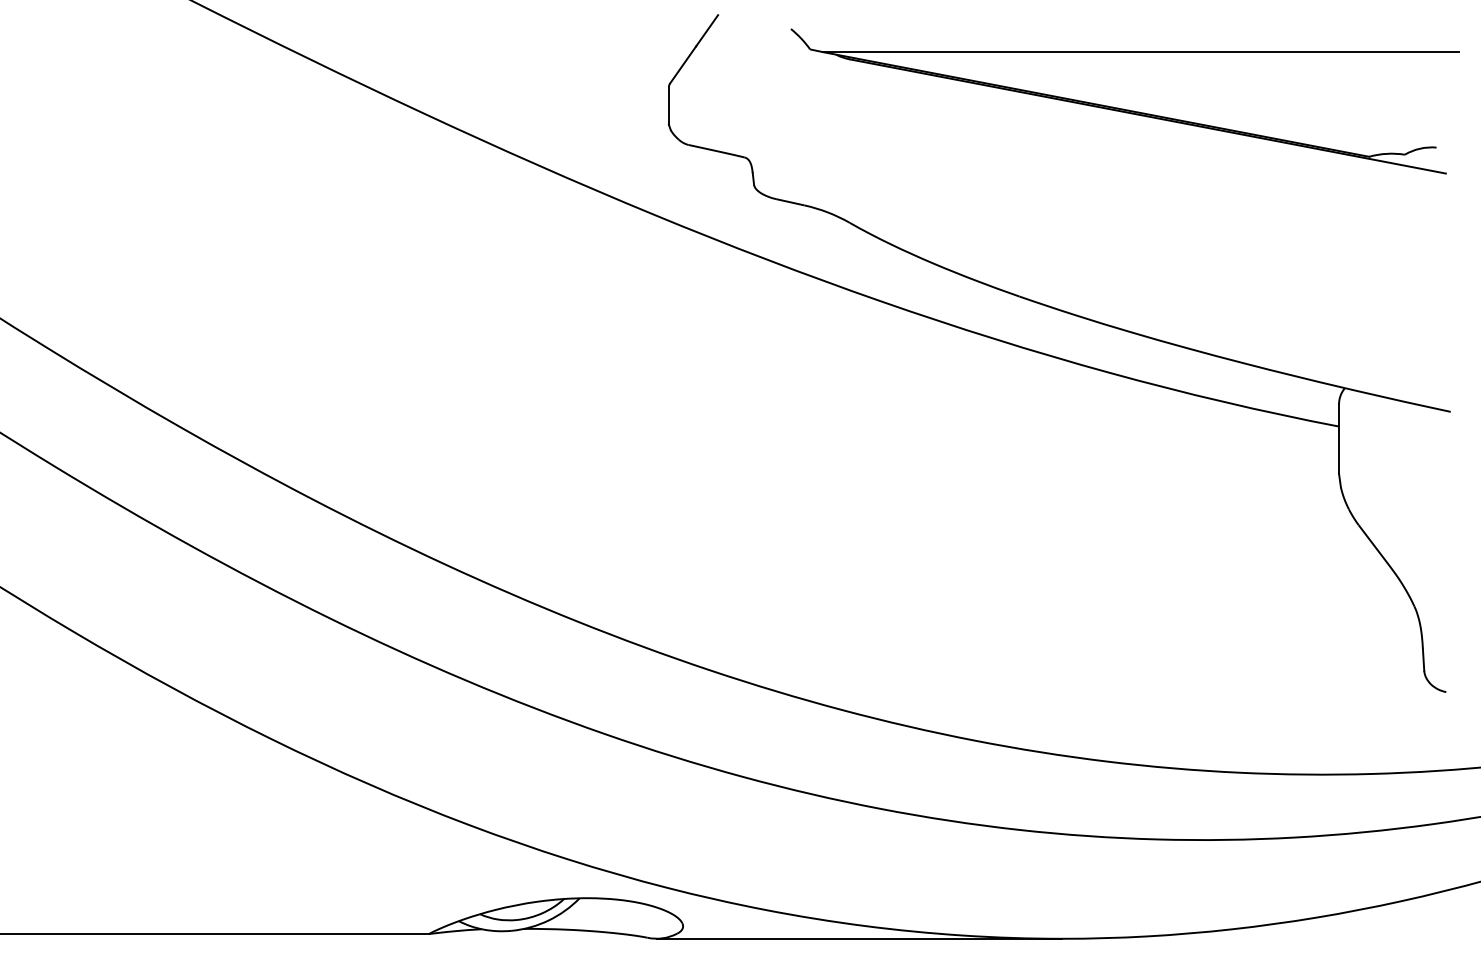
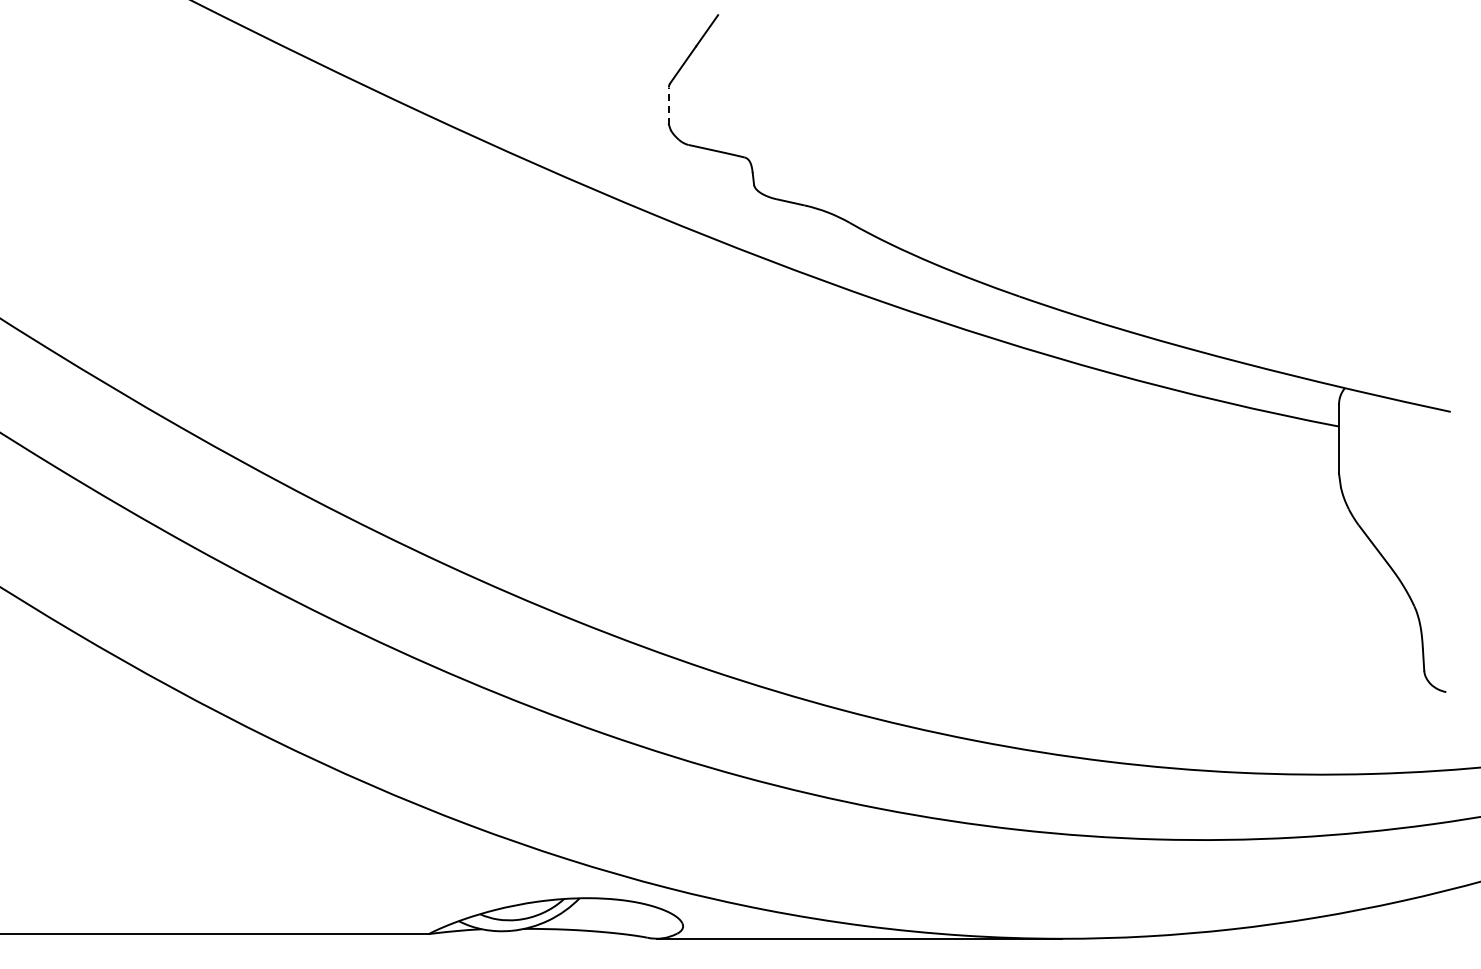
line at (668, 106): solid -> dashed
part at (1123, 108): present -> none
